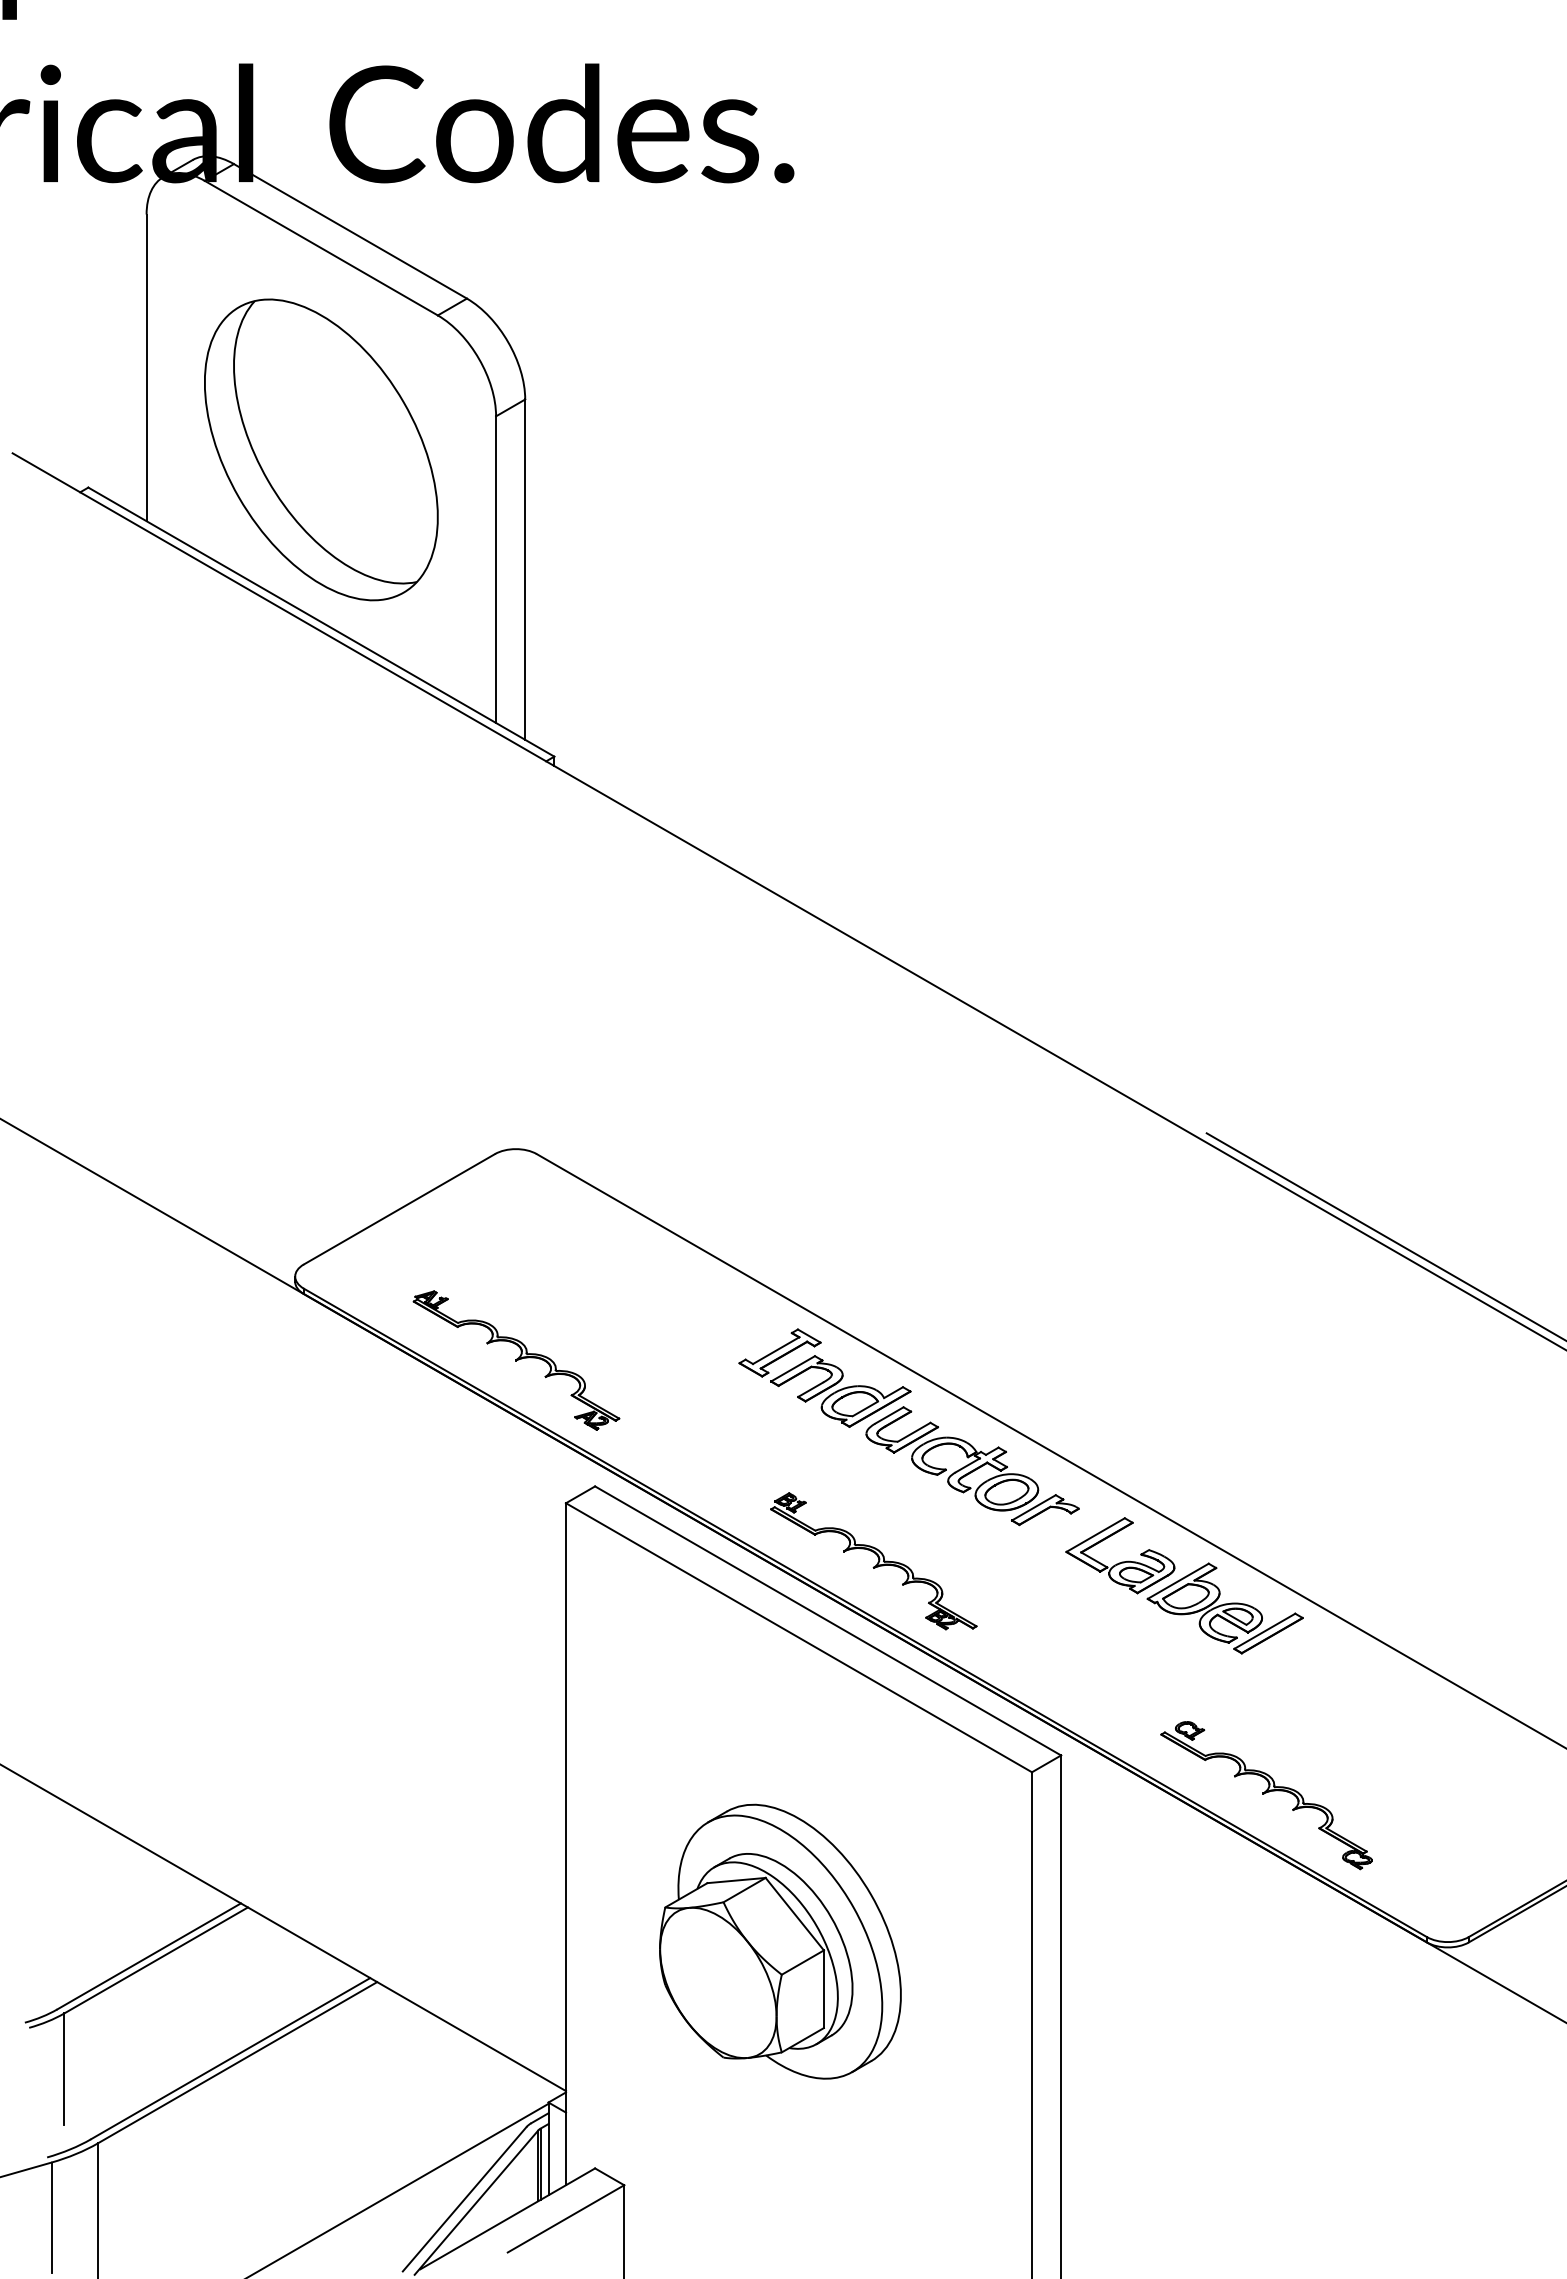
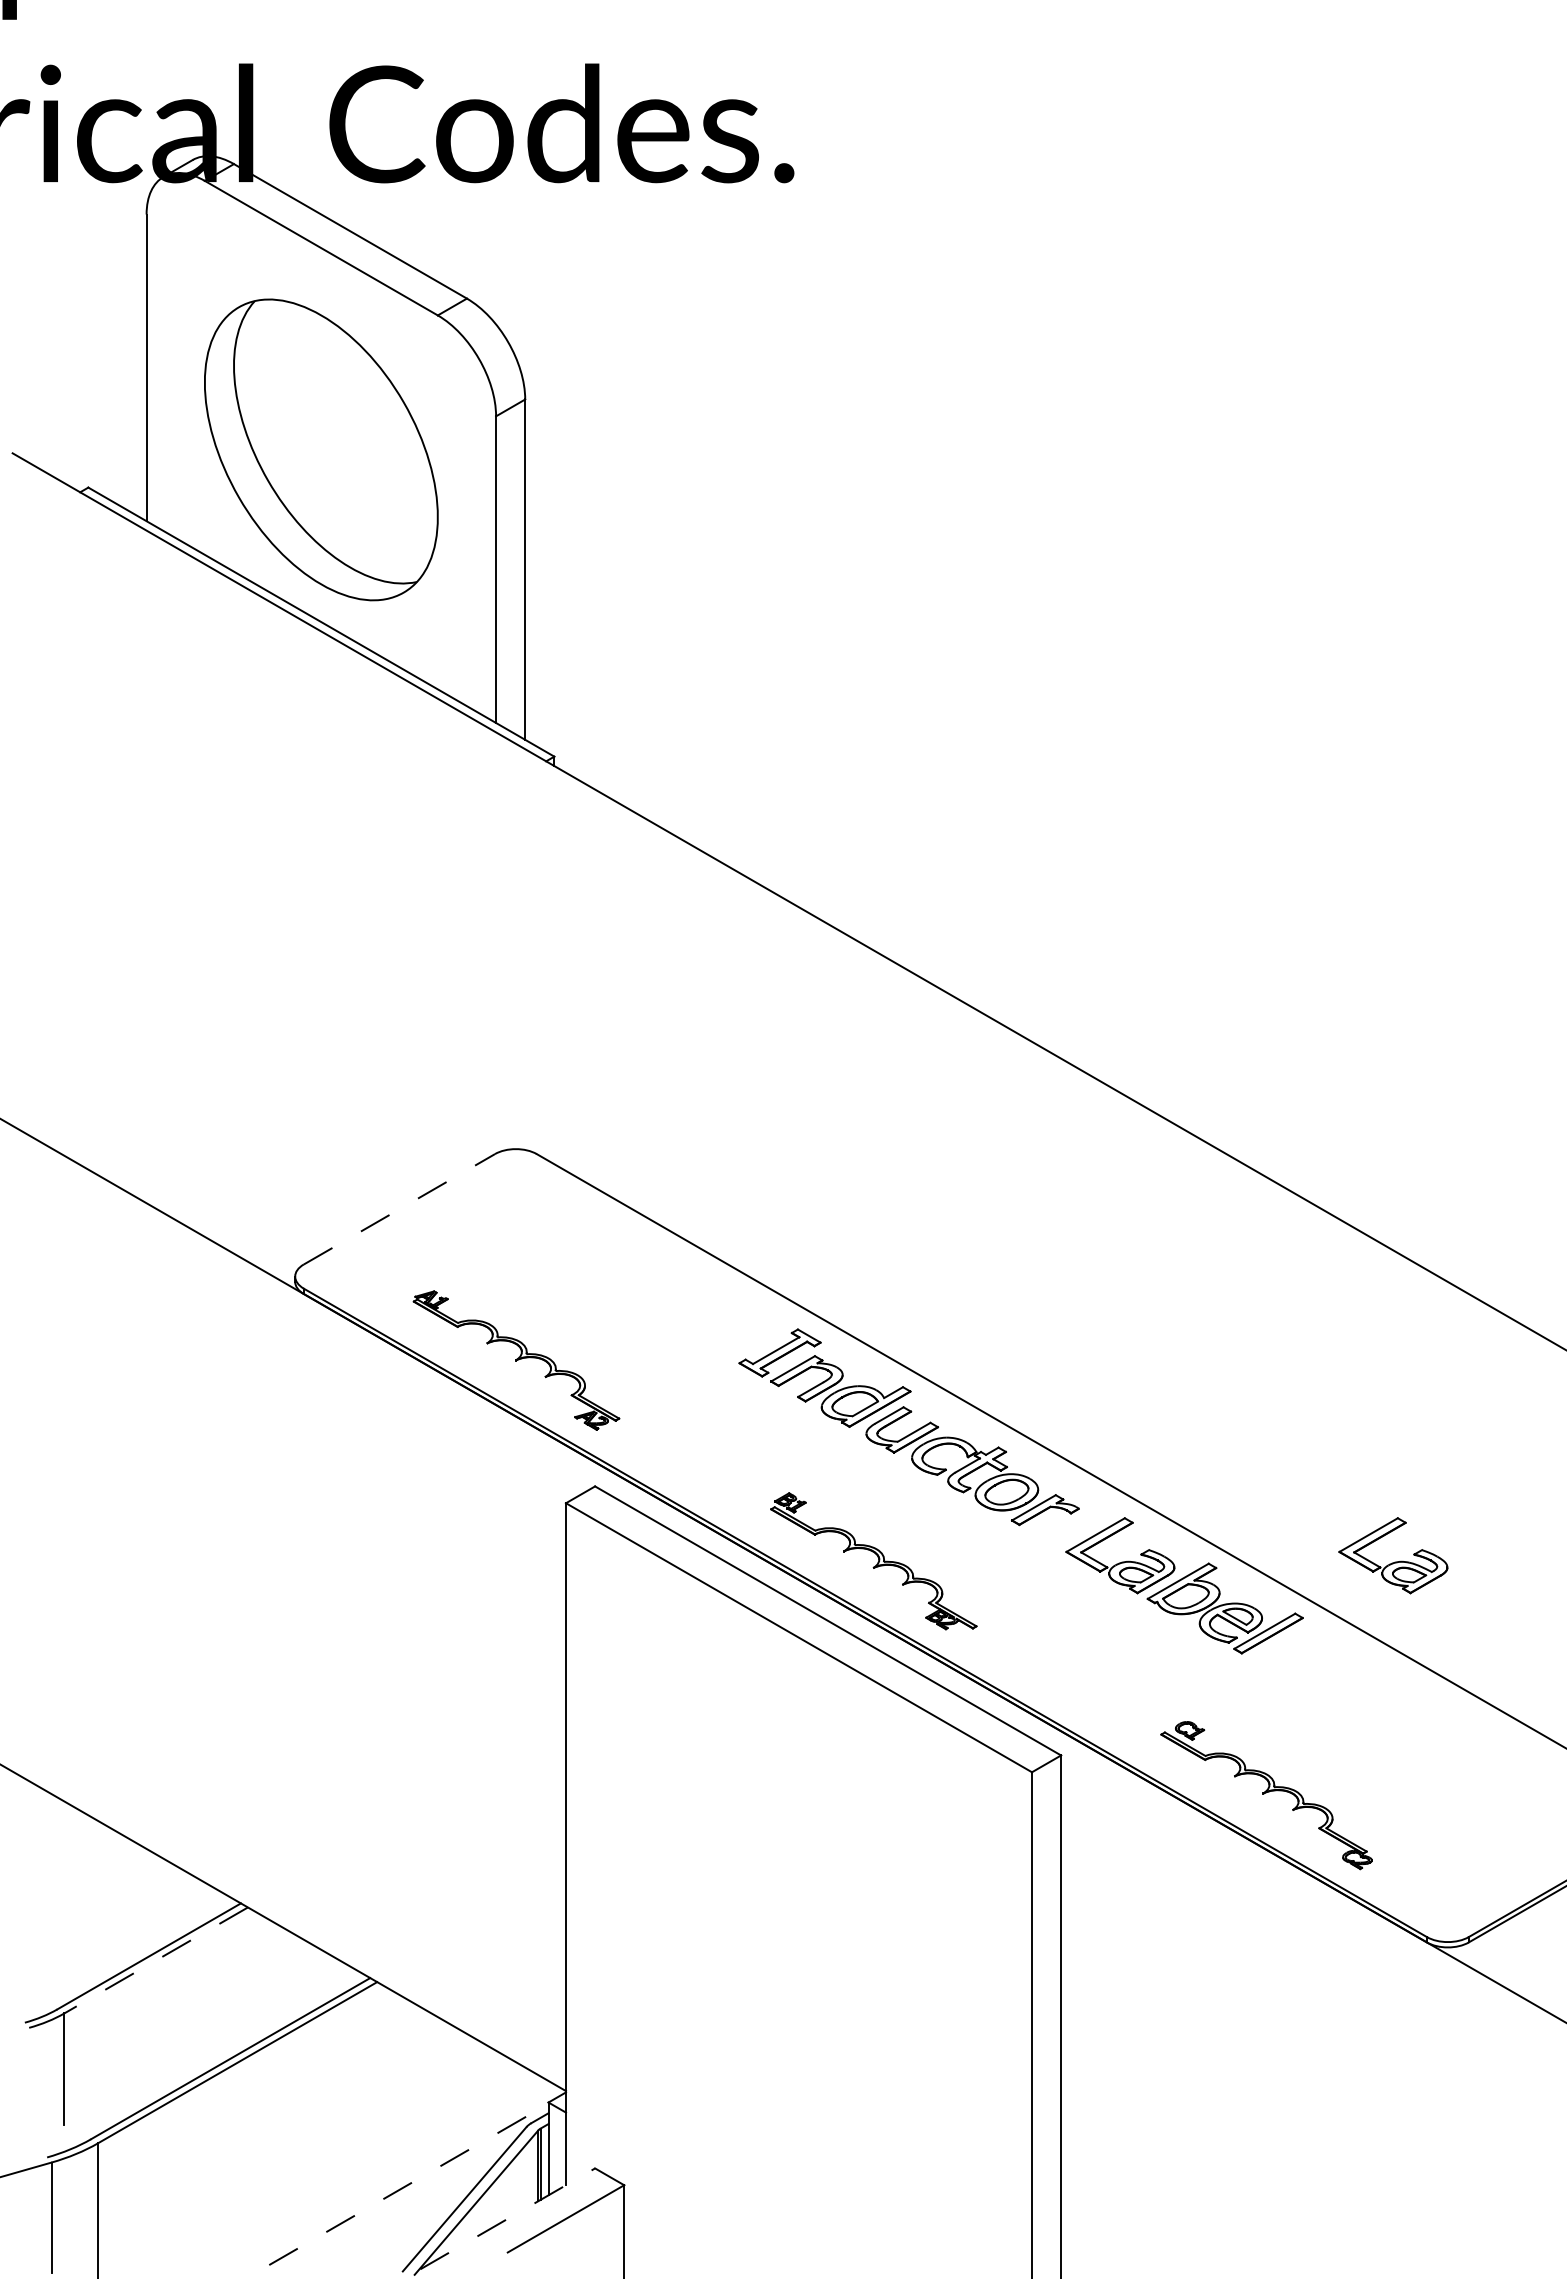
line at (399, 1209): solid -> dashed
line at (1384, 1236): present -> none
part at (1394, 1561): none -> present
part at (780, 1941): present -> none
line at (155, 1960): solid -> dashed
line at (397, 2191): solid -> dashed
line at (507, 2218): solid -> dashed
